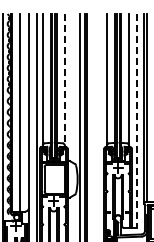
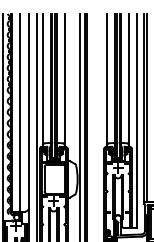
line at (64, 79): dashed -> solid
line at (136, 121): dashed -> solid
